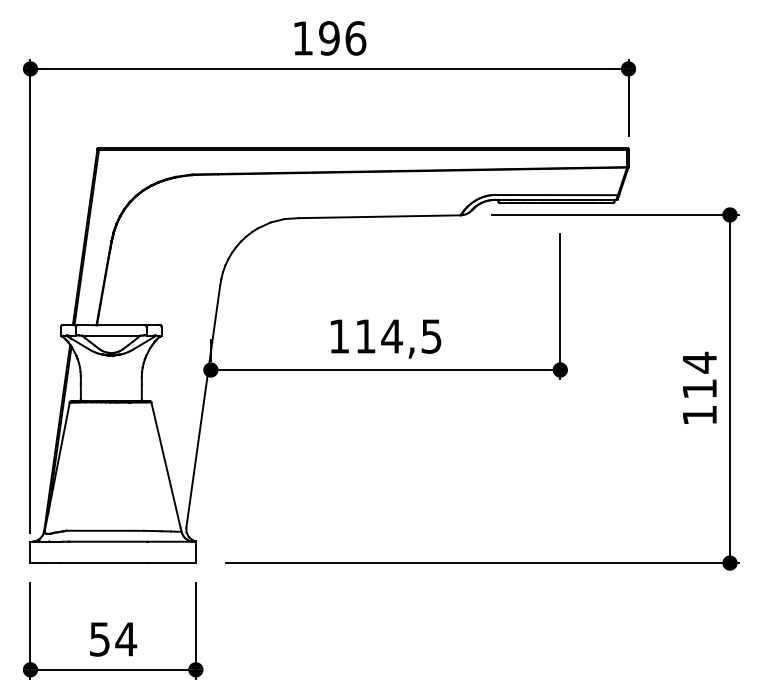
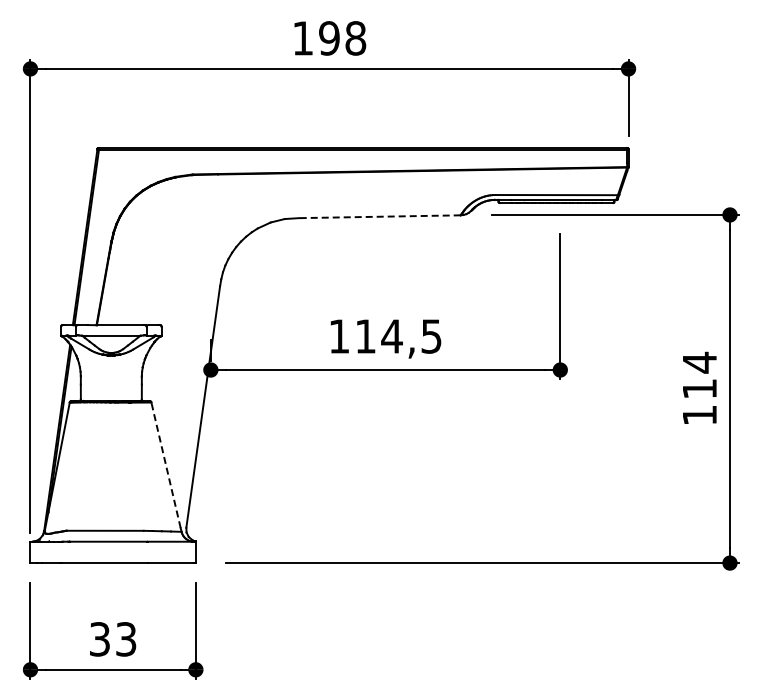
text at (355, 38): 196 -> 198
line at (379, 216): solid -> dashed
line at (165, 464): solid -> dashed
text at (113, 639): 54 -> 33
